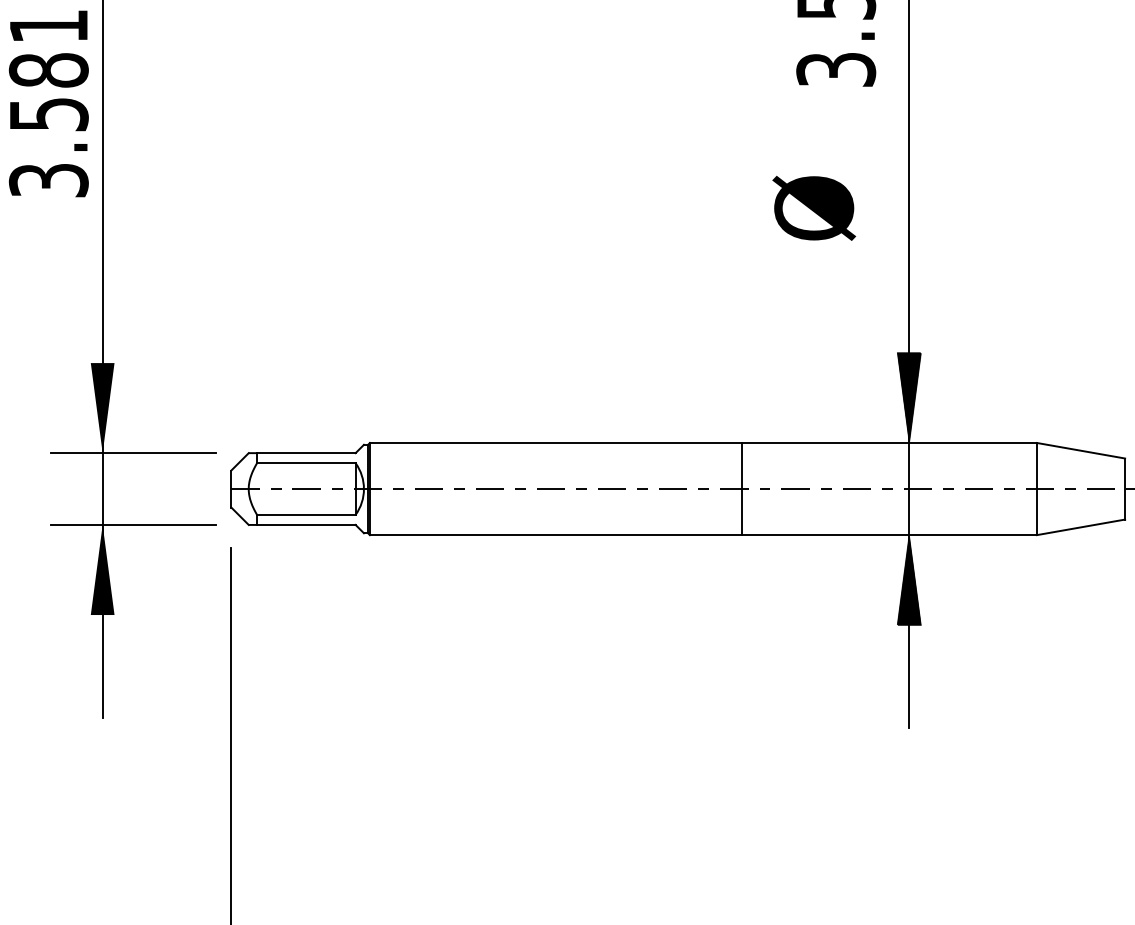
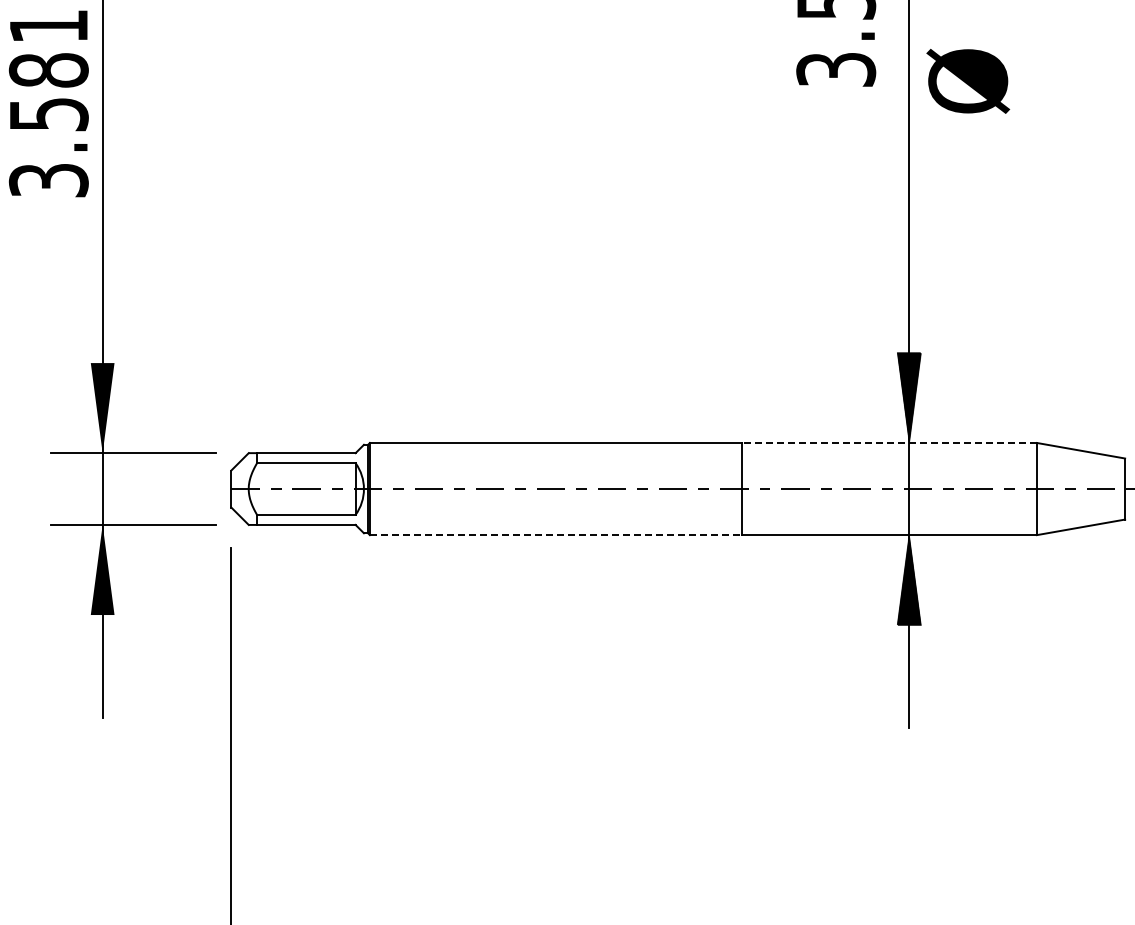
text at (814, 208) position: (814, 208) -> (968, 81)
line at (889, 442): solid -> dashed
line at (555, 535): solid -> dashed
